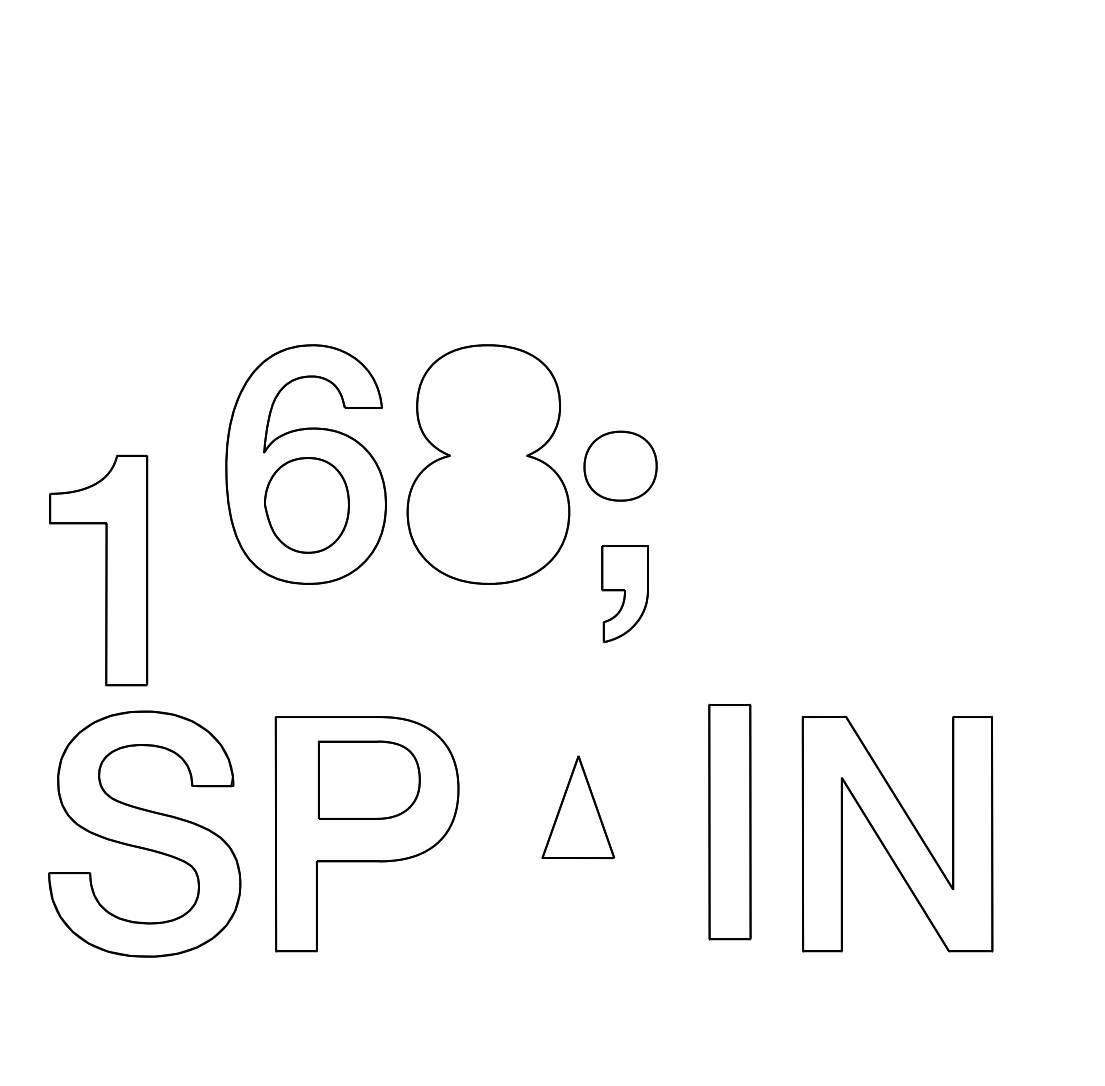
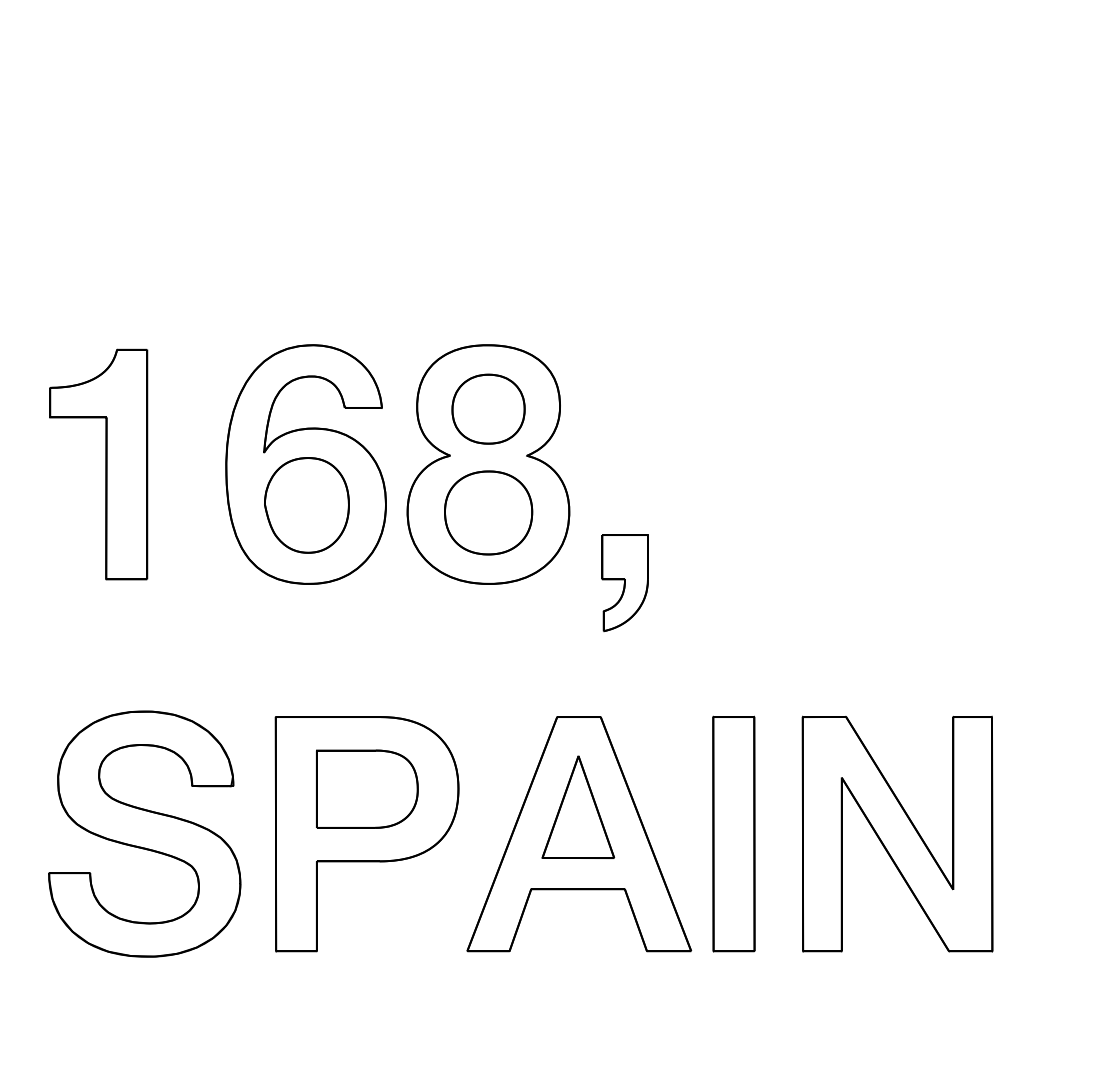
part at (620, 465) position: (620, 465) -> (488, 408)
part at (488, 512): none -> present
part at (105, 570) position: (105, 570) -> (105, 464)
part at (624, 593) position: (624, 593) -> (624, 582)
part at (369, 779) position: (369, 779) -> (367, 788)
part at (729, 821) position: (729, 821) -> (733, 833)
part at (579, 834): none -> present
